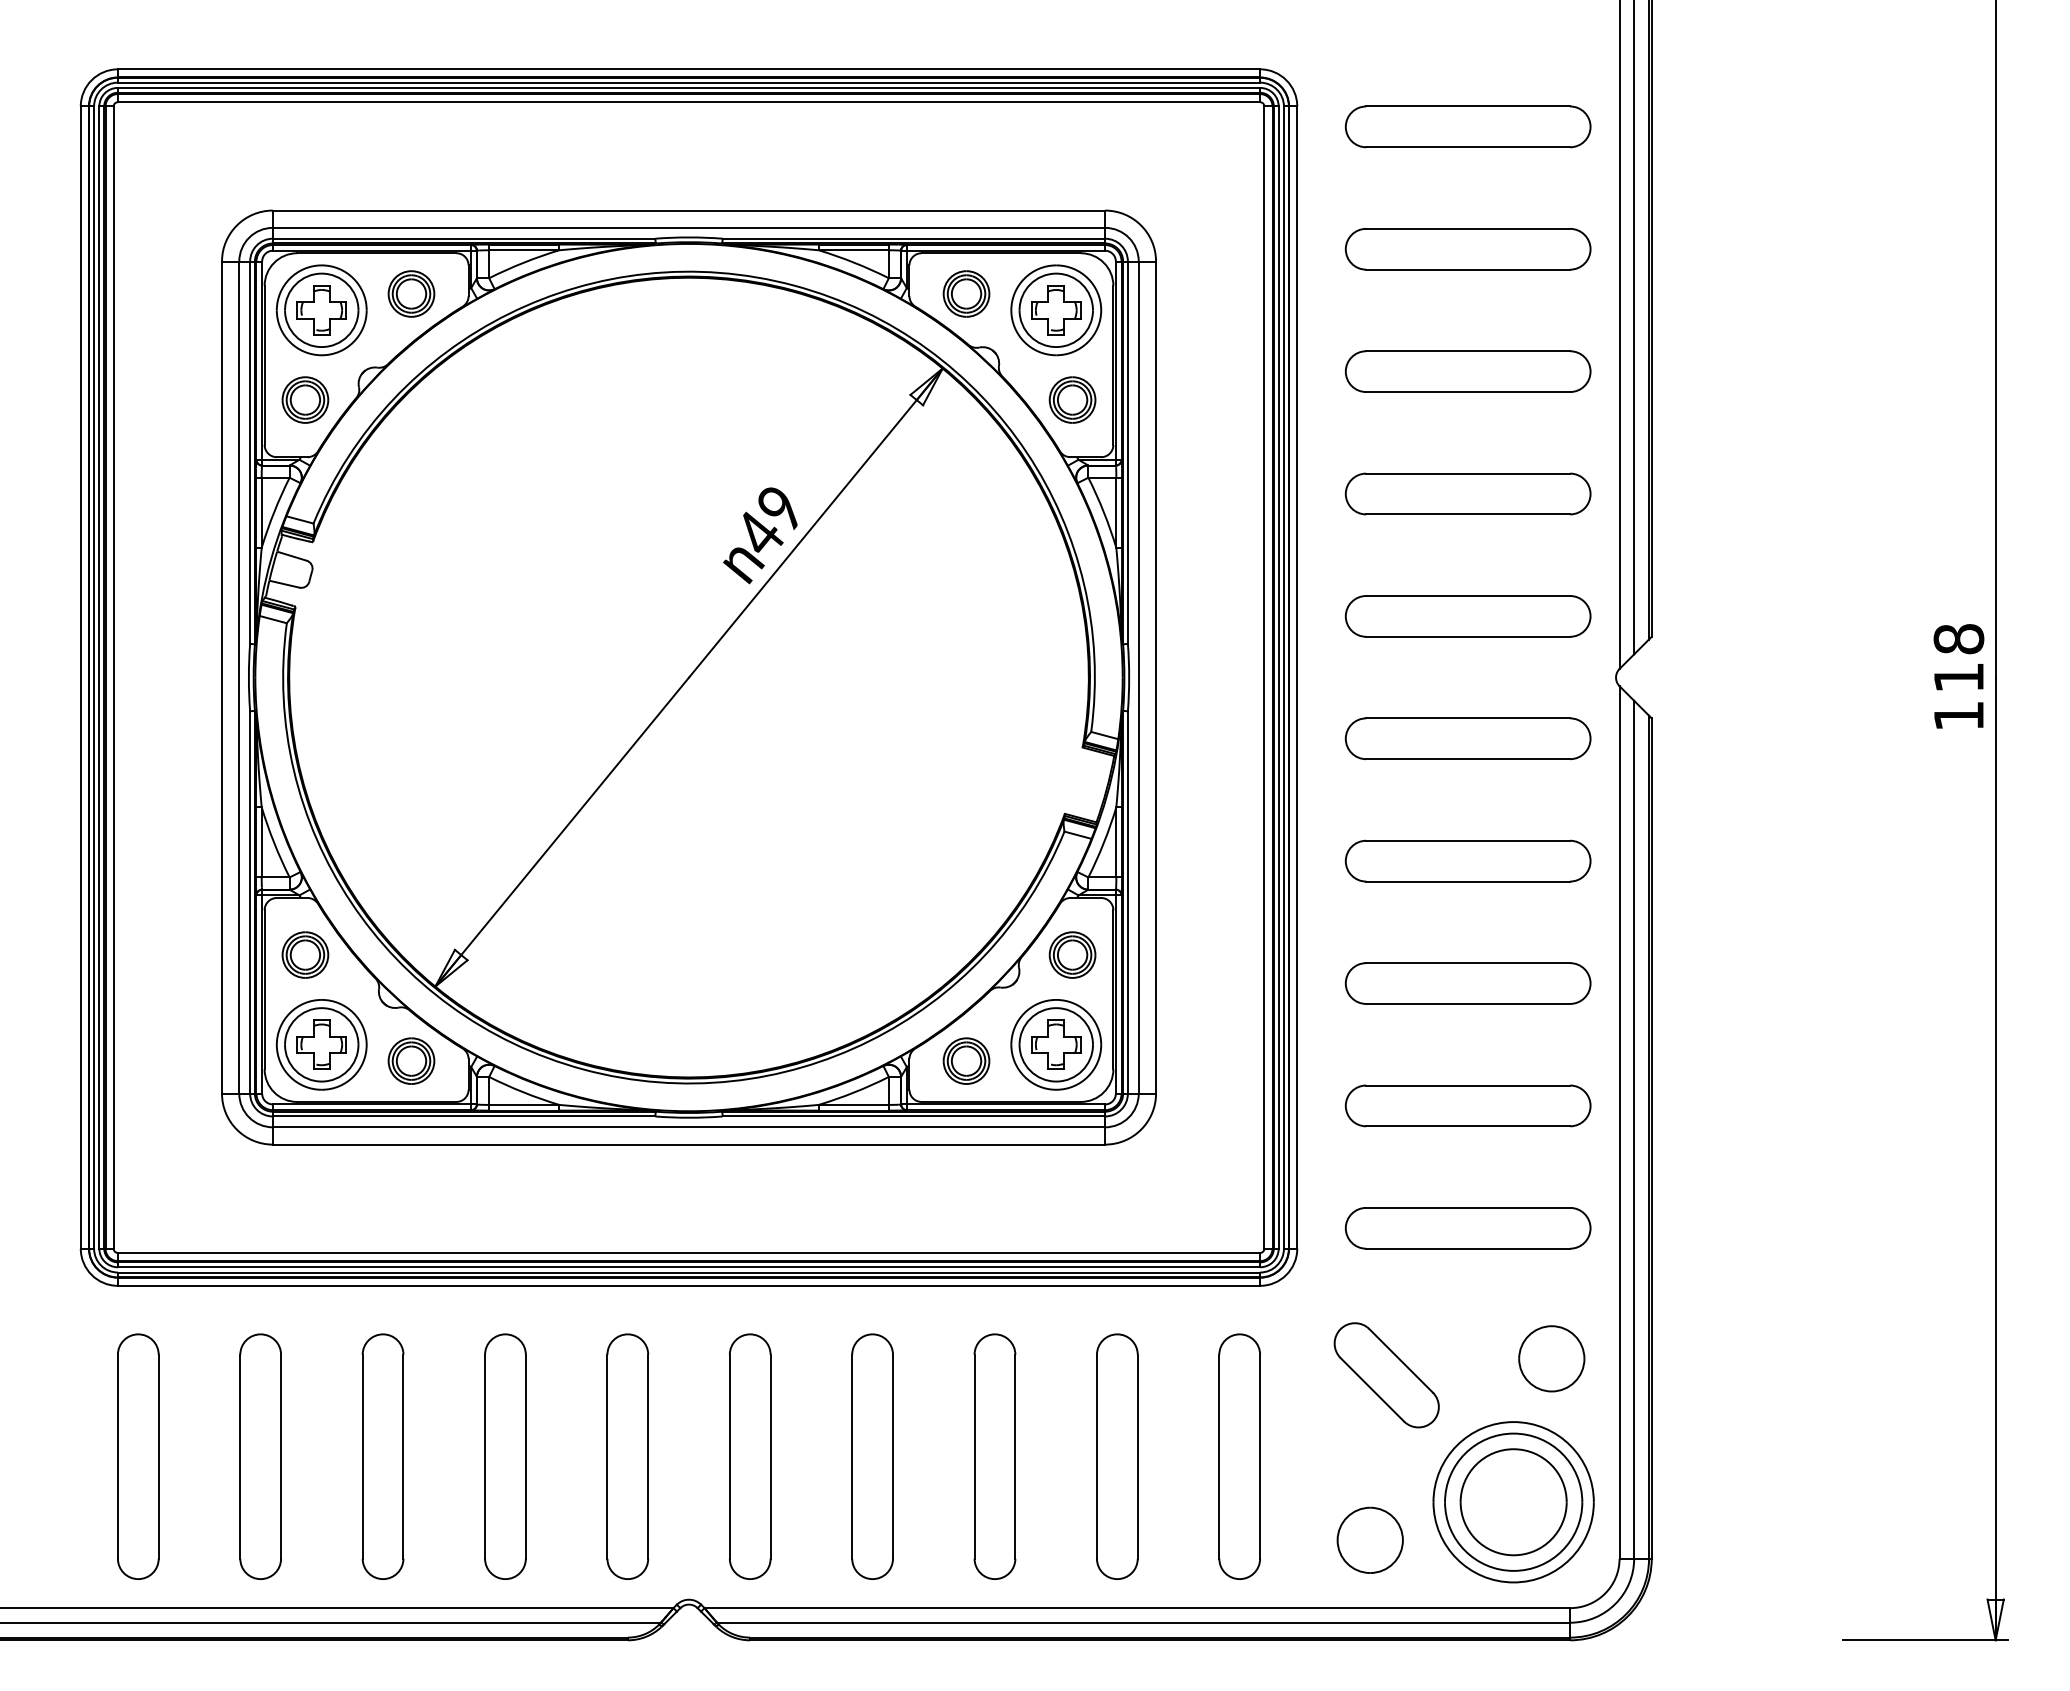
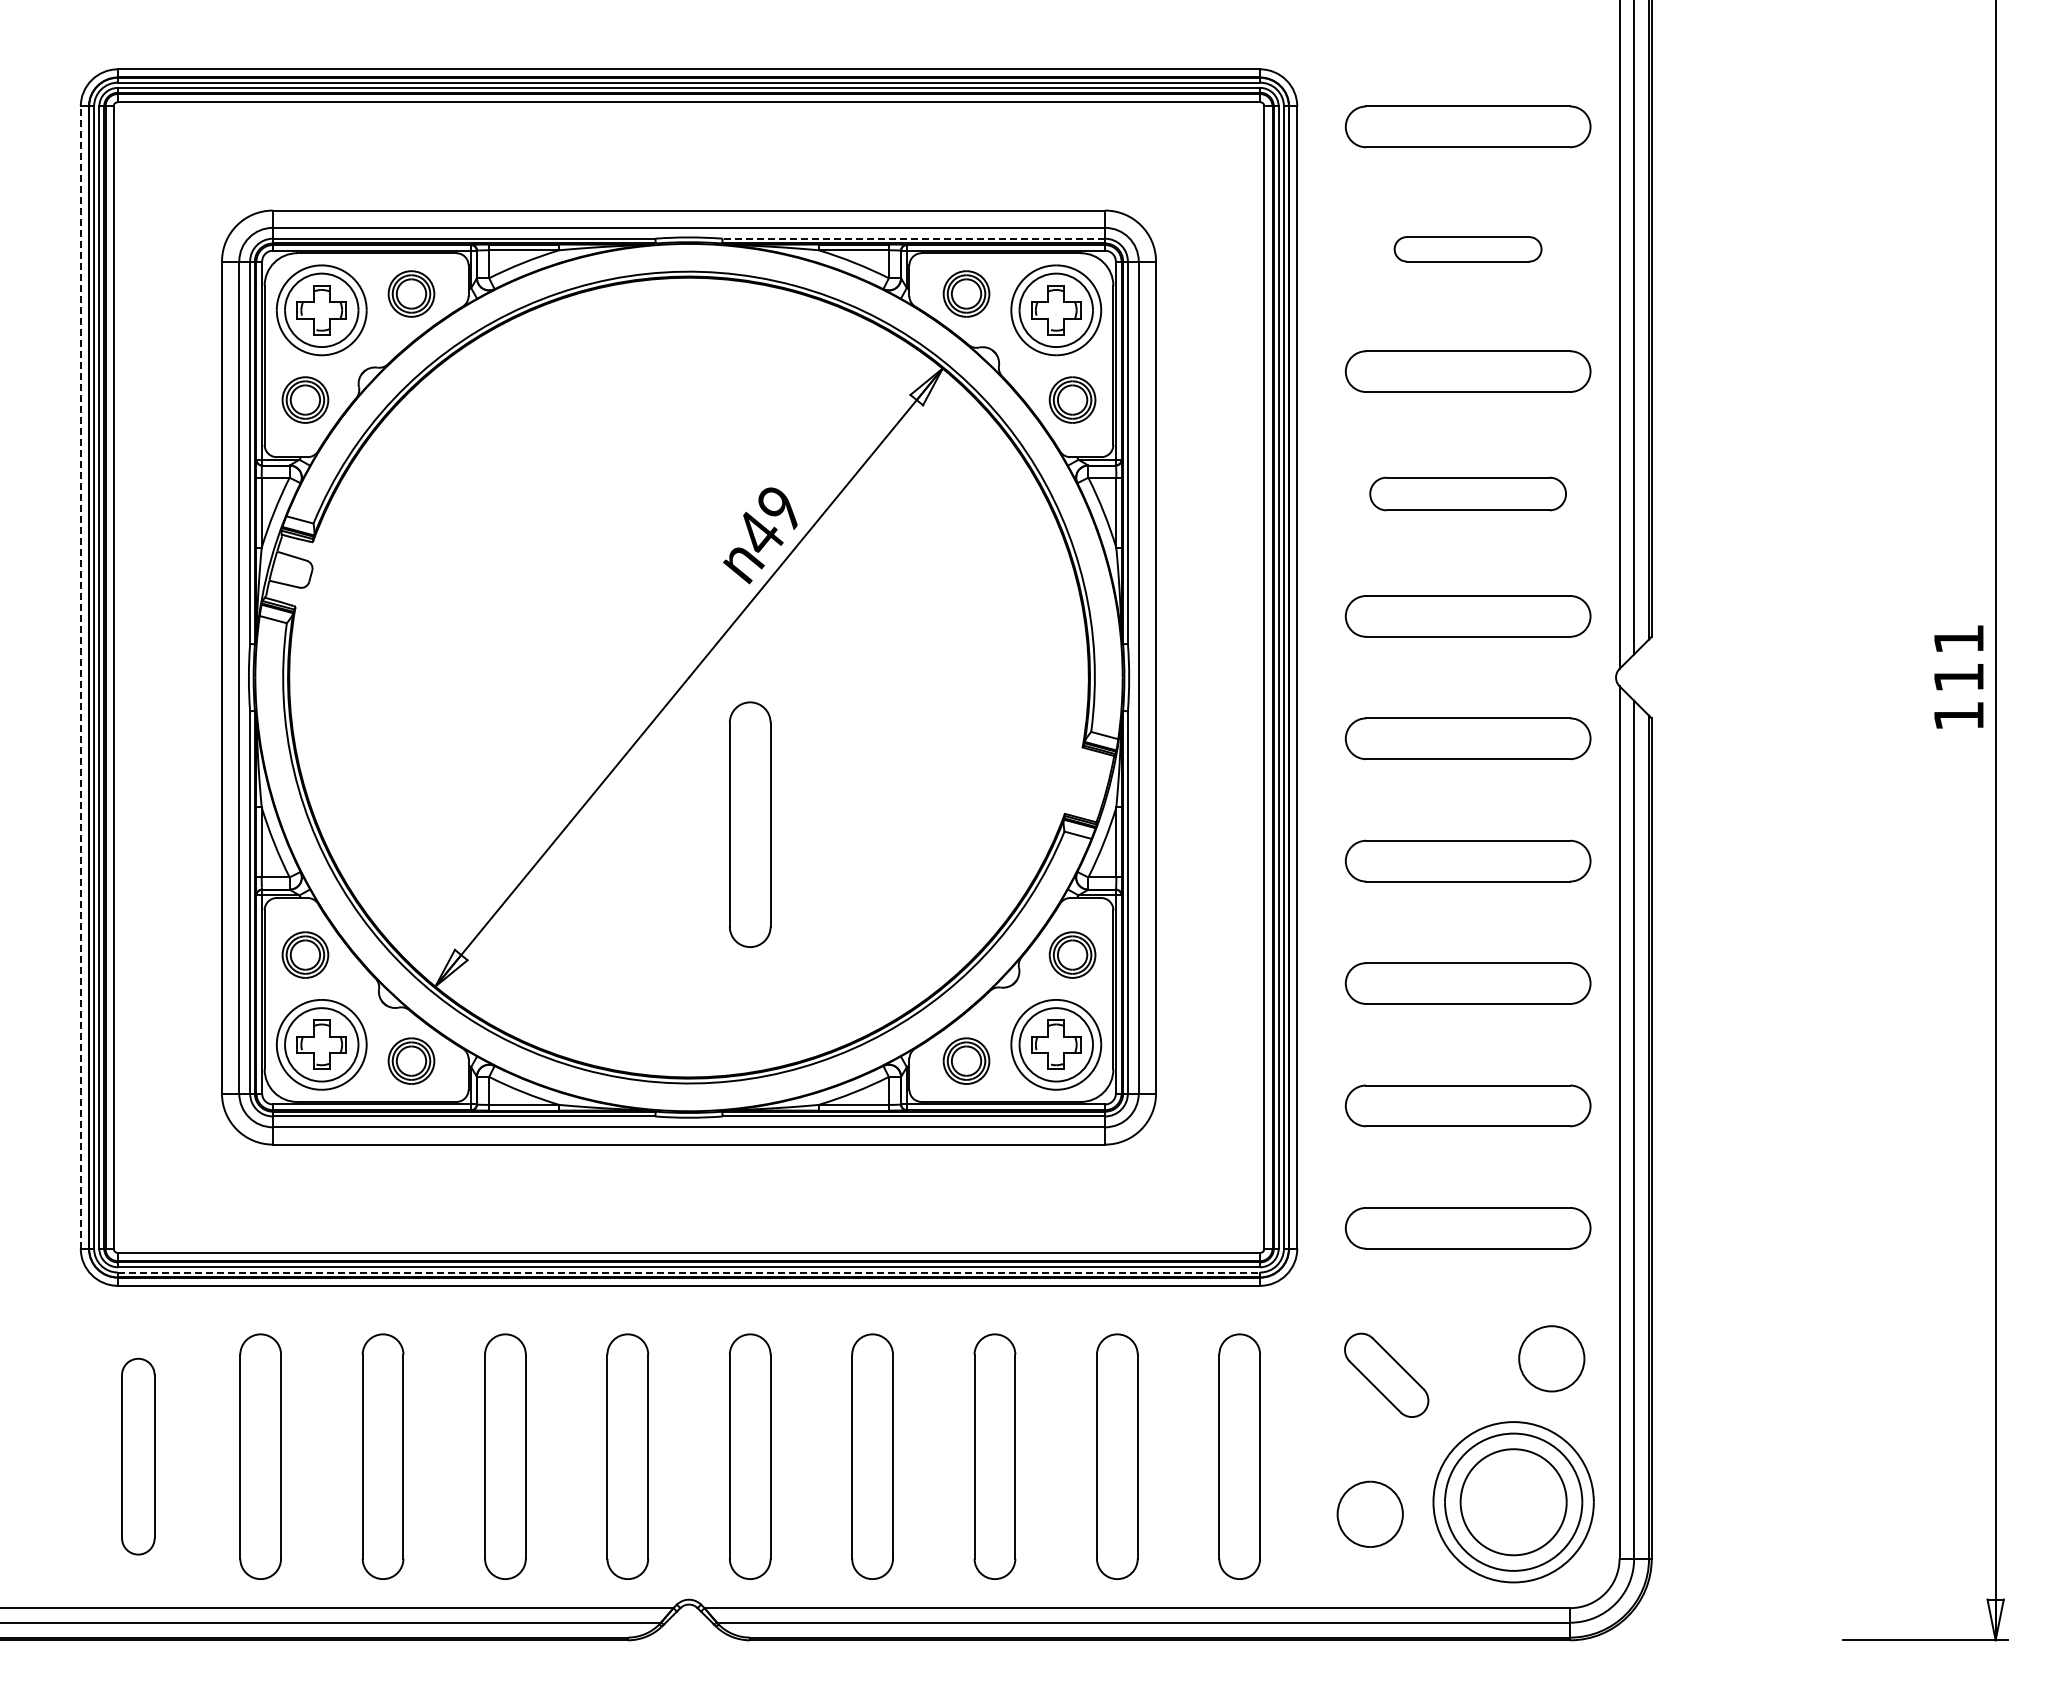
line at (913, 238): solid -> dashed
part at (1467, 249) size: 248x43 px -> 150x27 px
part at (1467, 493) size: 248x44 px -> 198x36 px
text at (1958, 639): 118 -> 111
line at (80, 677): solid -> dashed
part at (750, 824): none -> present
line at (689, 1272): solid -> dashed
part at (1386, 1375) size: 107x107 px -> 86x86 px
part at (138, 1456) size: 43x247 px -> 35x199 px
part at (1369, 1539) position: (1369, 1539) -> (1369, 1513)
